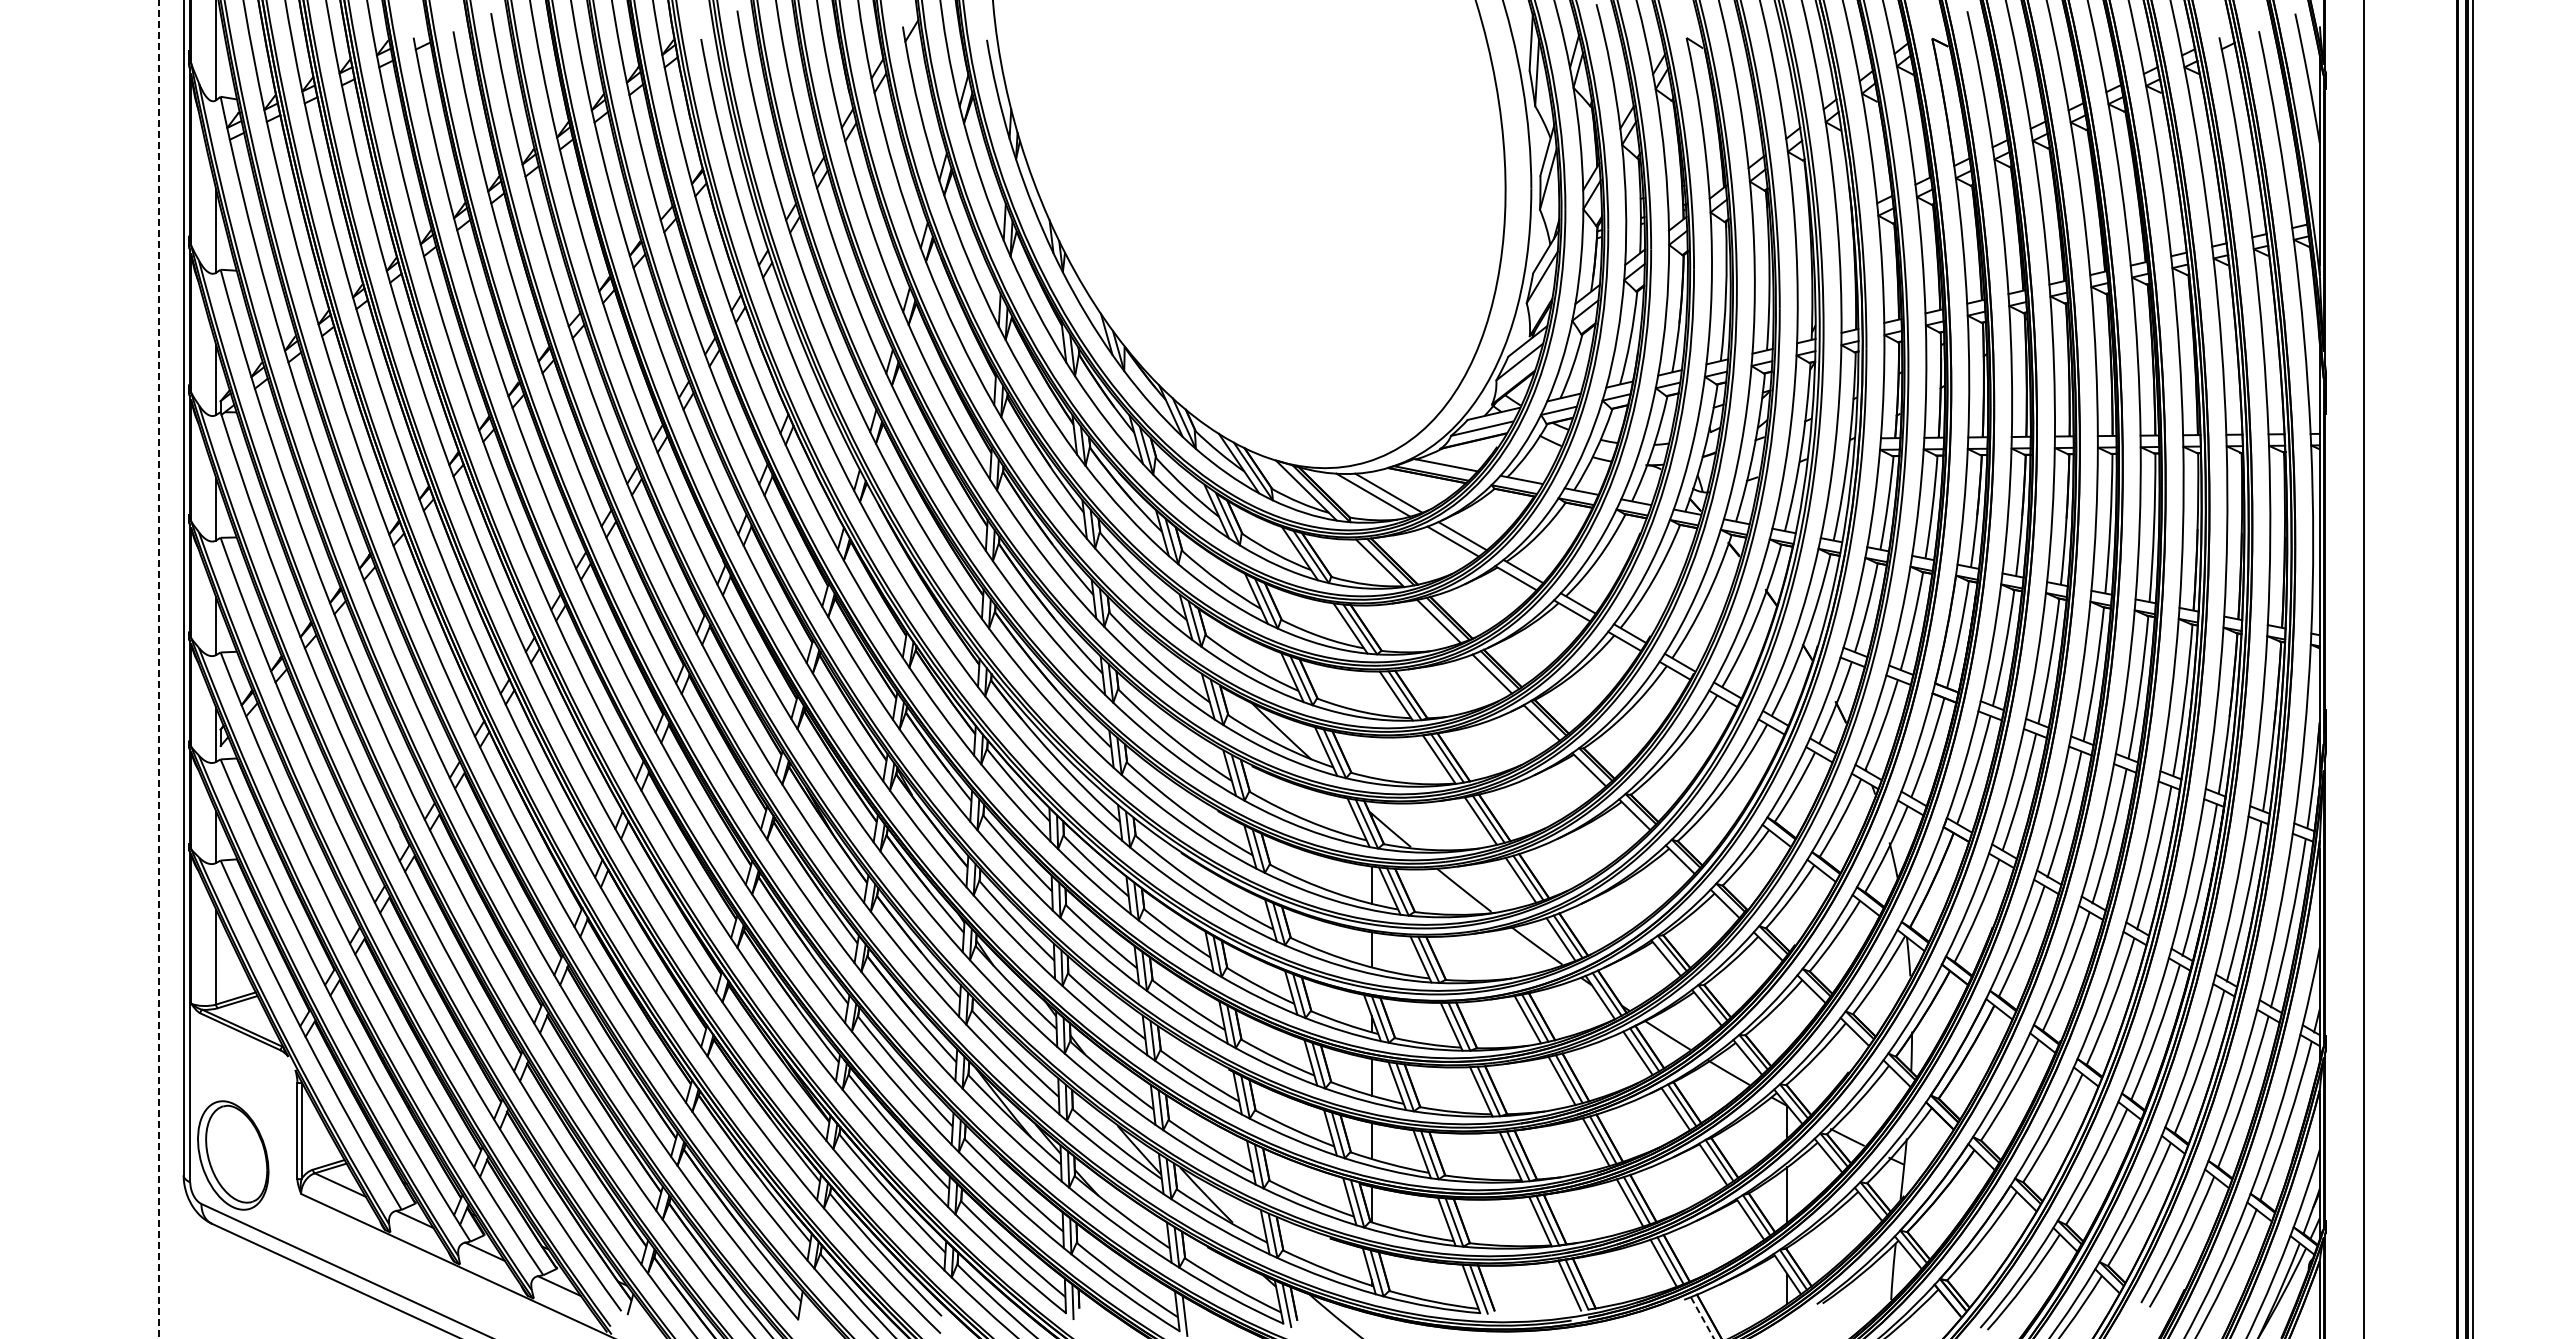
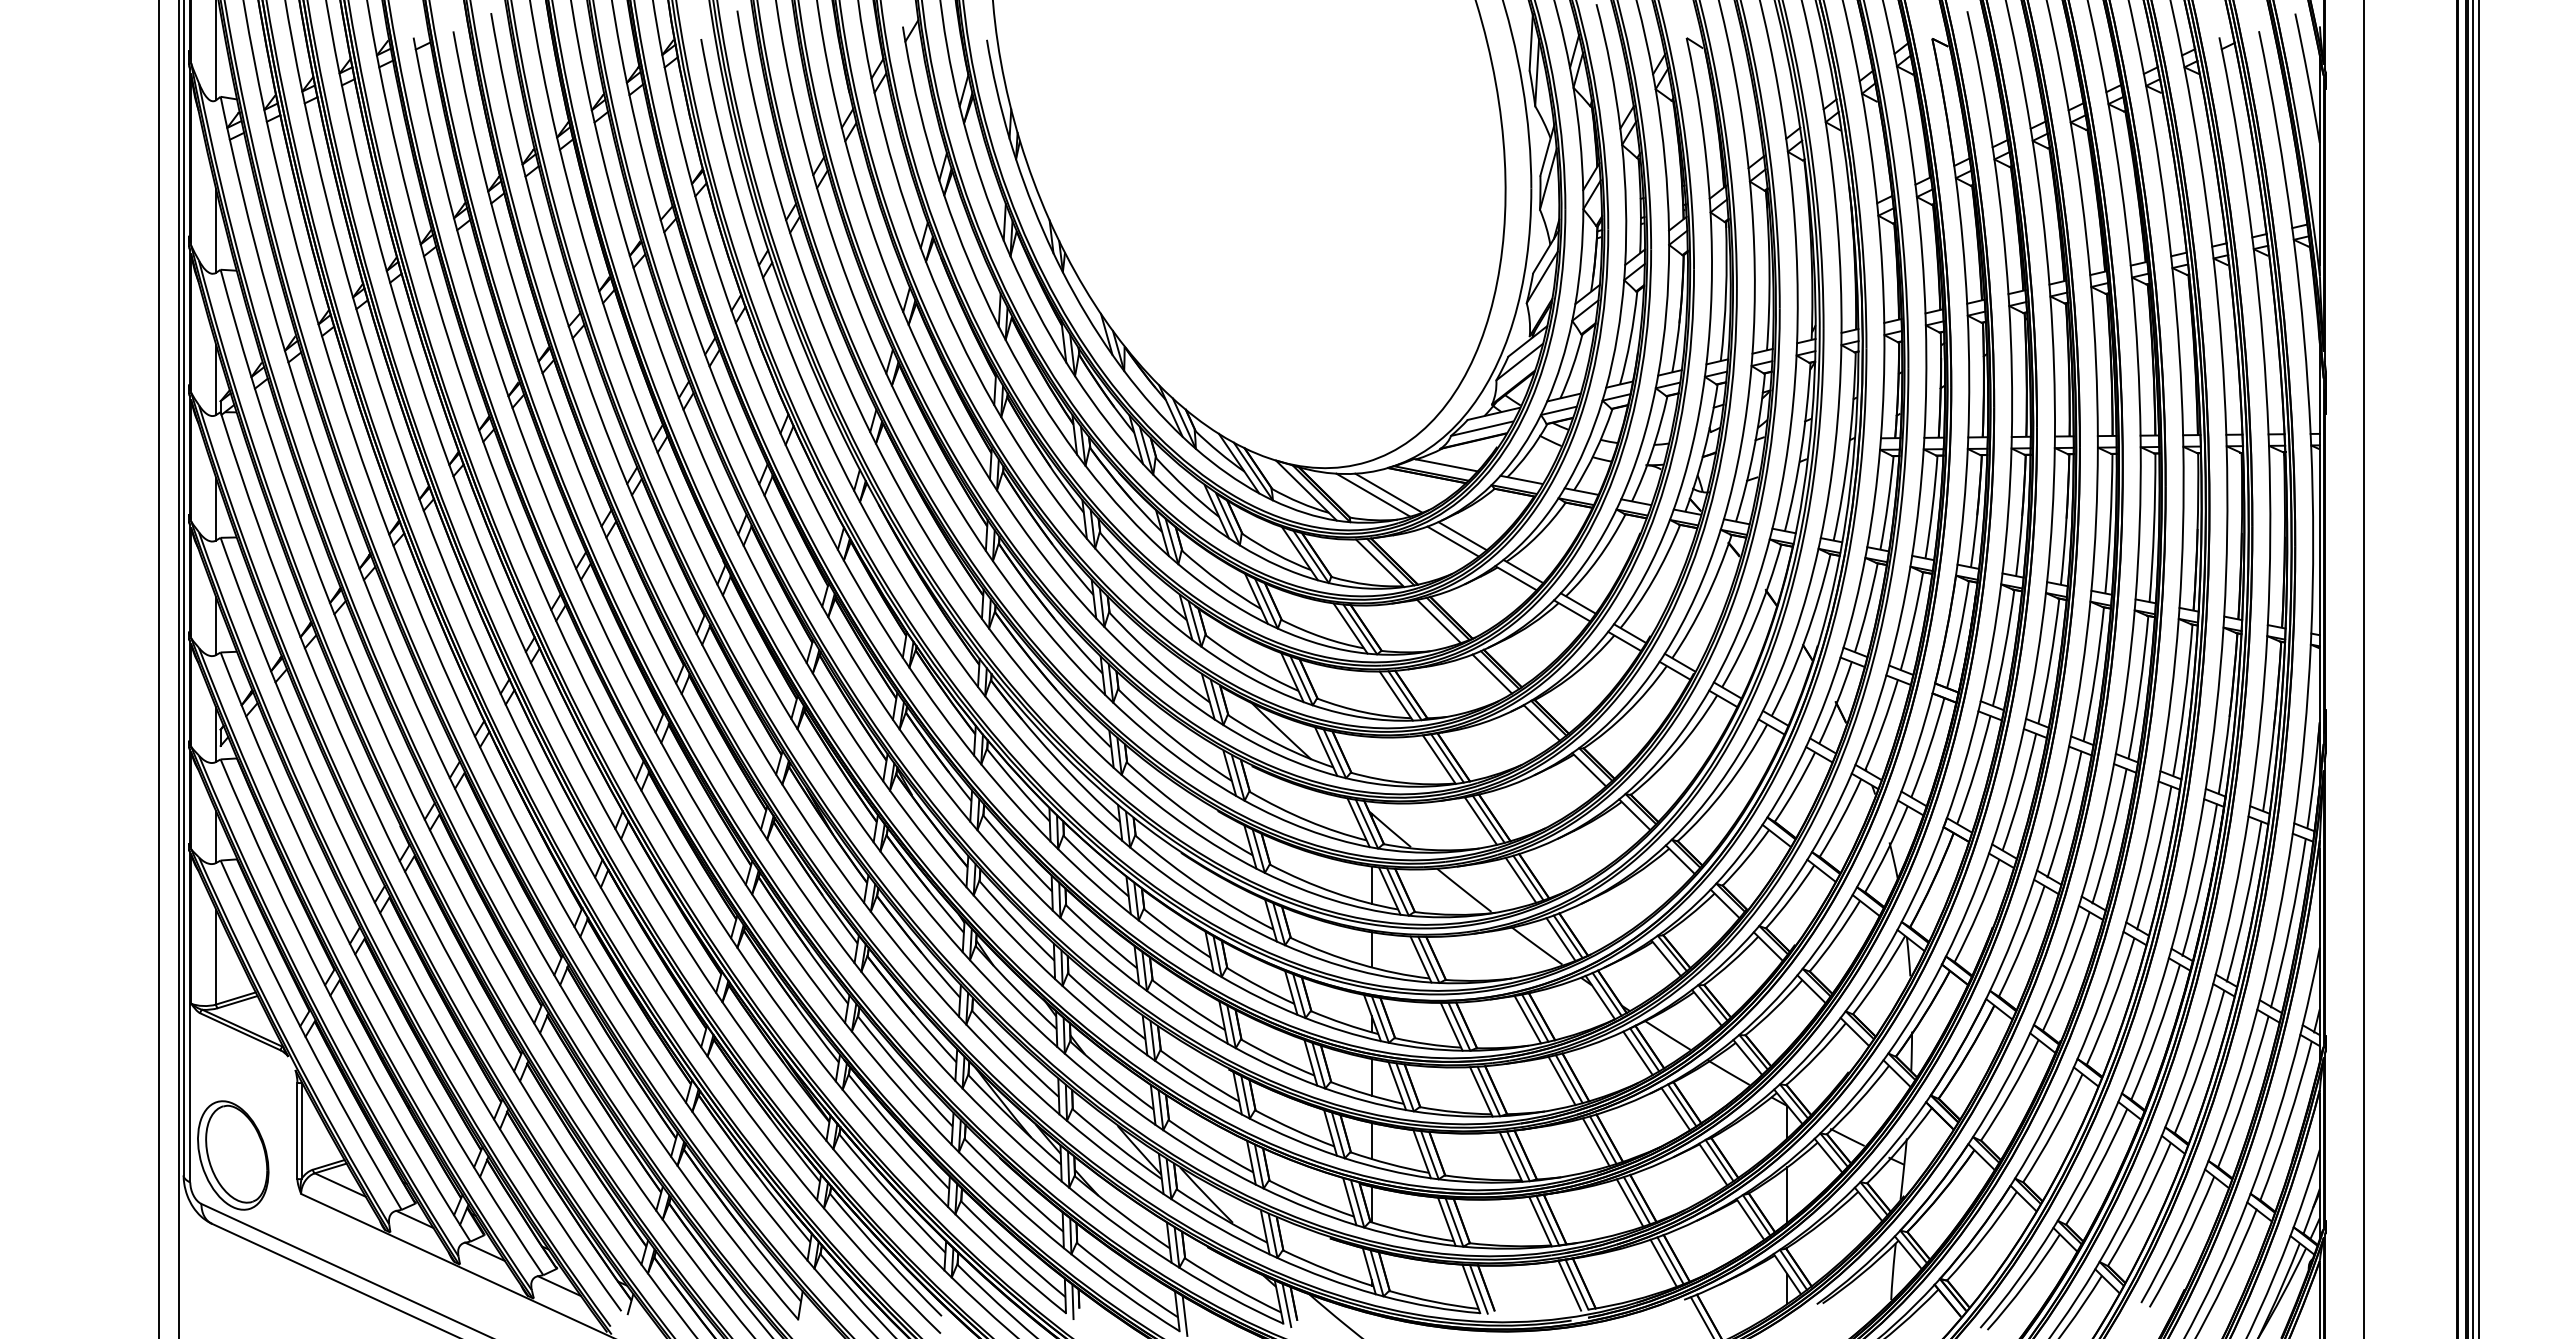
line at (178, 668): none -> present
line at (2479, 668): none -> present
line at (159, 669): dashed -> solid
line at (1702, 1317): dashed -> solid
